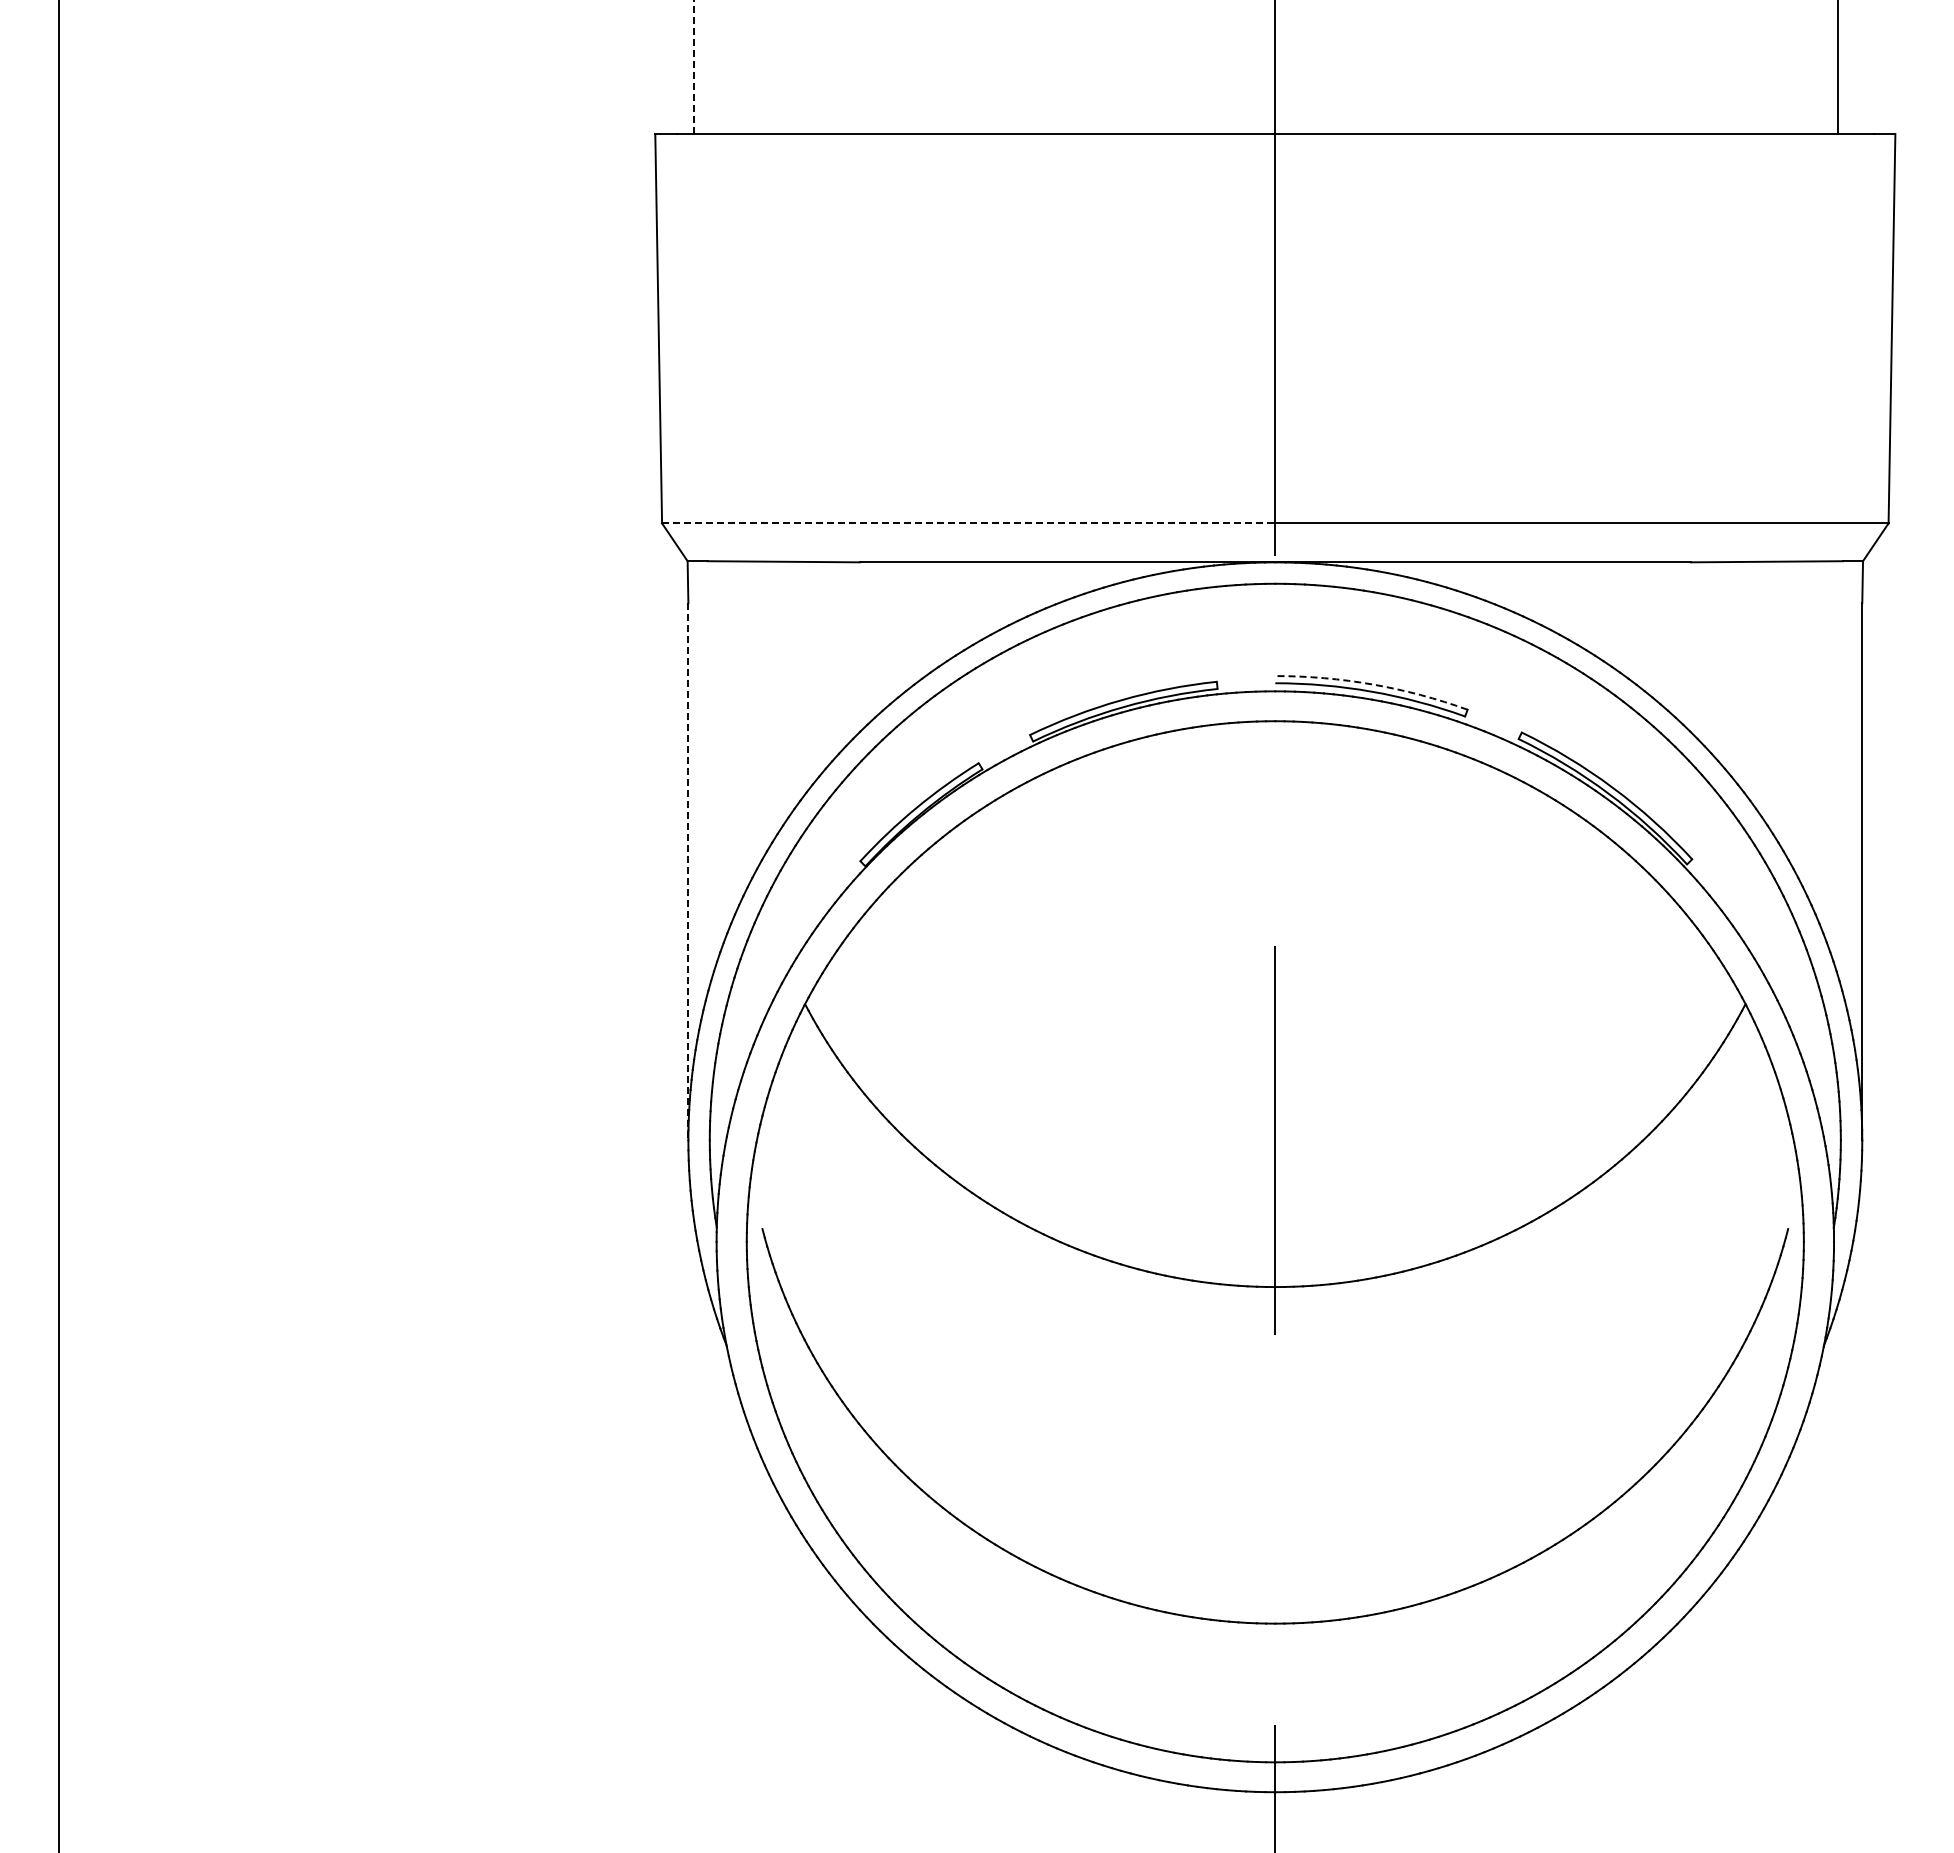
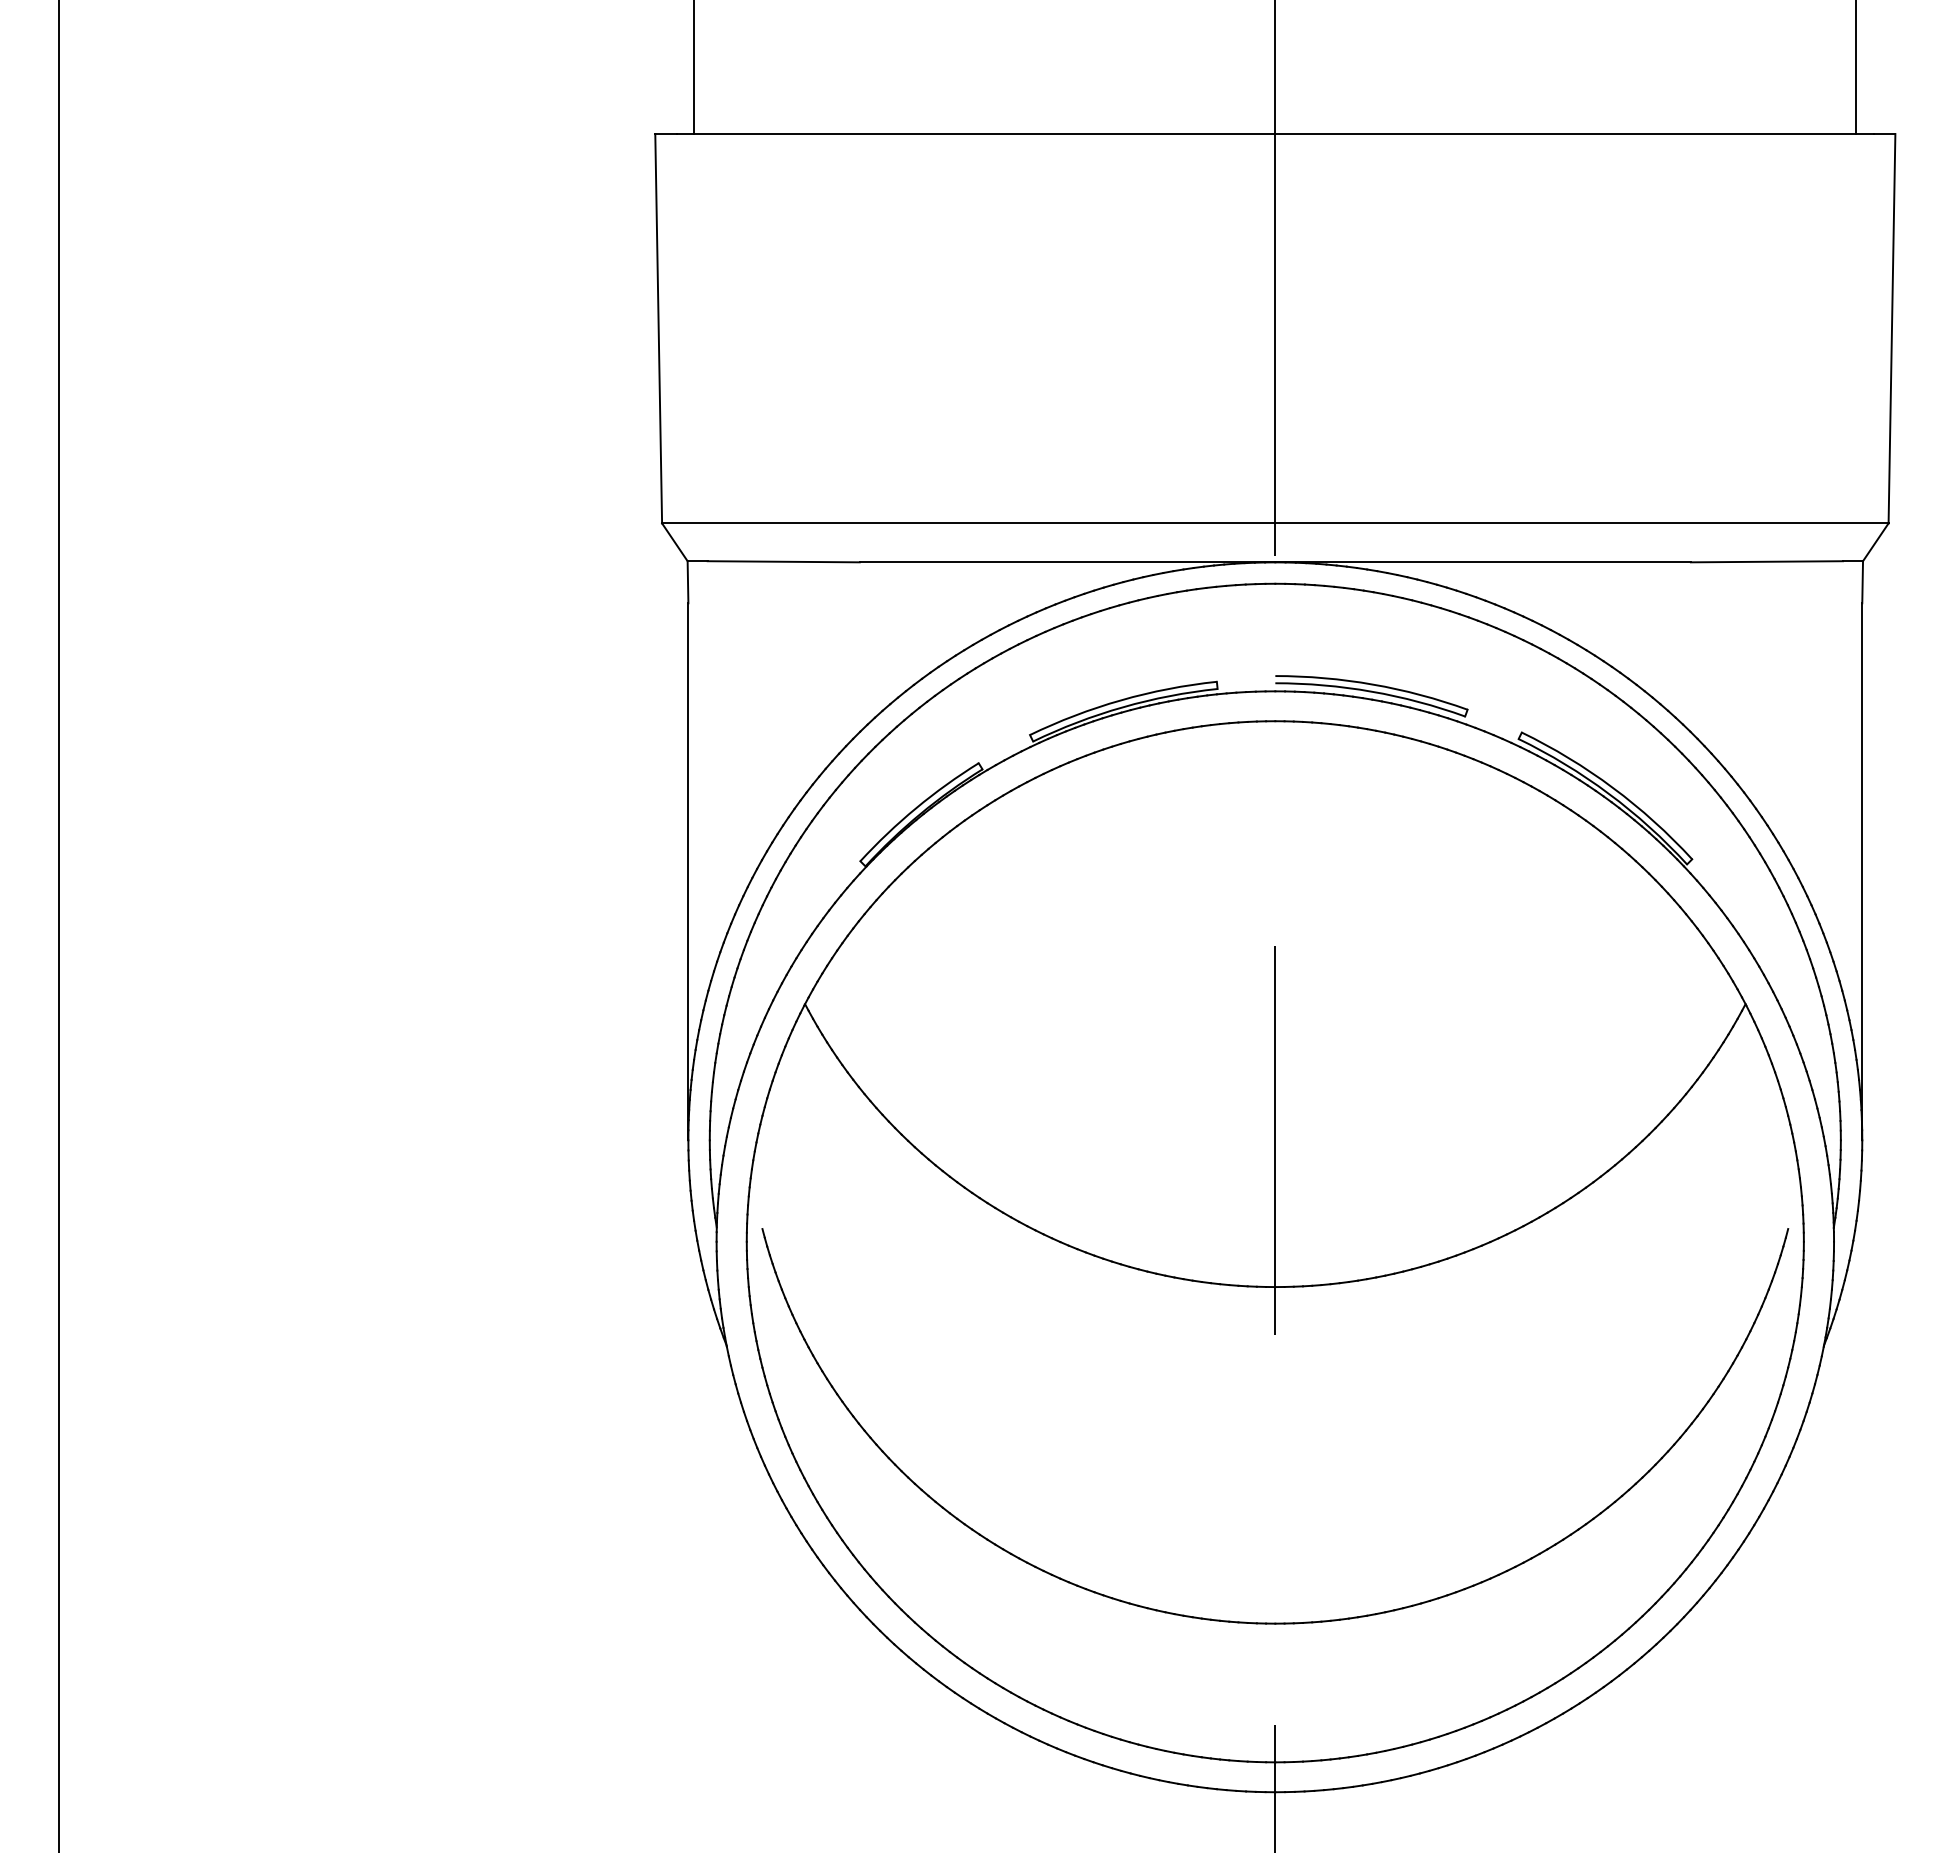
line at (694, 67): dashed -> solid
line at (1838, 68) position: (1838, 68) -> (1856, 68)
line at (968, 523): dashed -> solid
arc at (1372, 684): dashed -> solid
line at (688, 871): dashed -> solid
